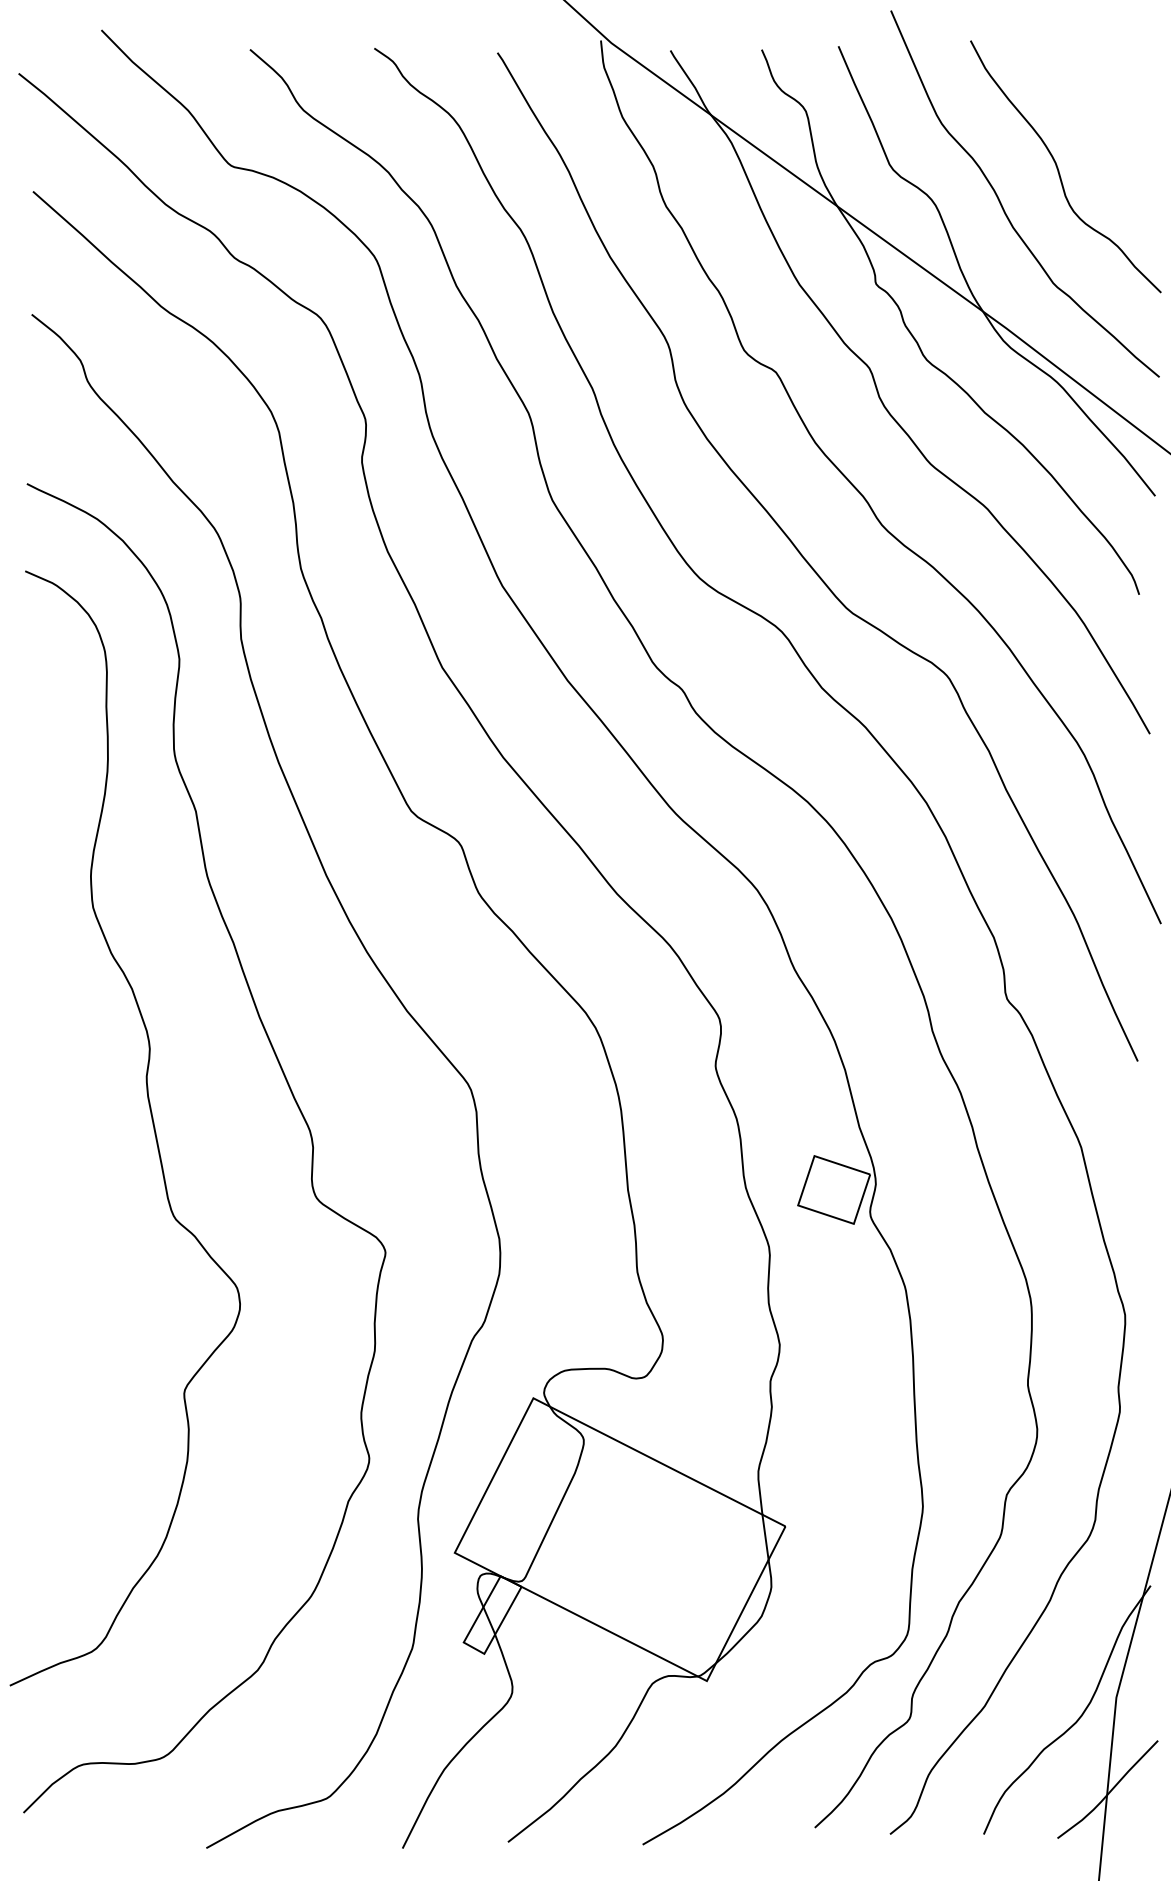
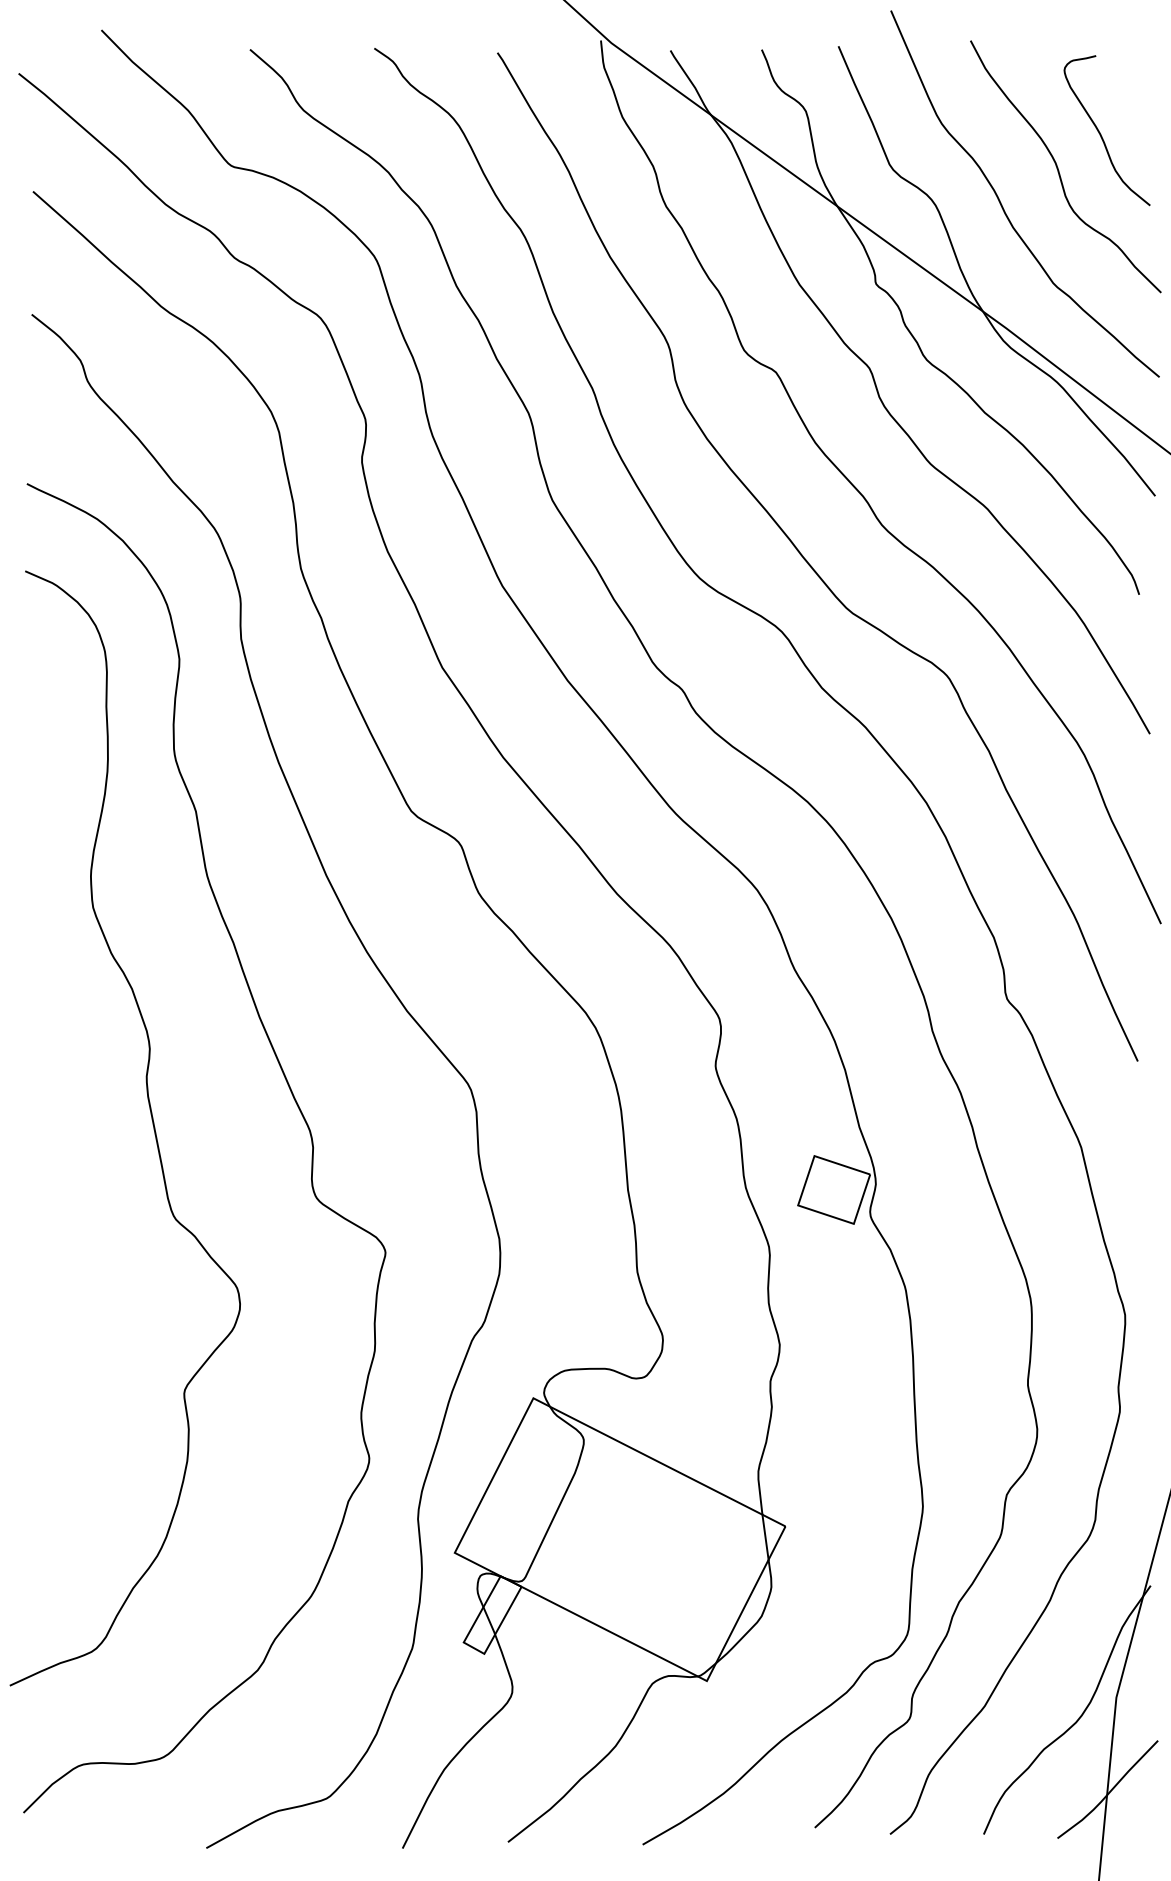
curve at (1100, 132): none -> present
